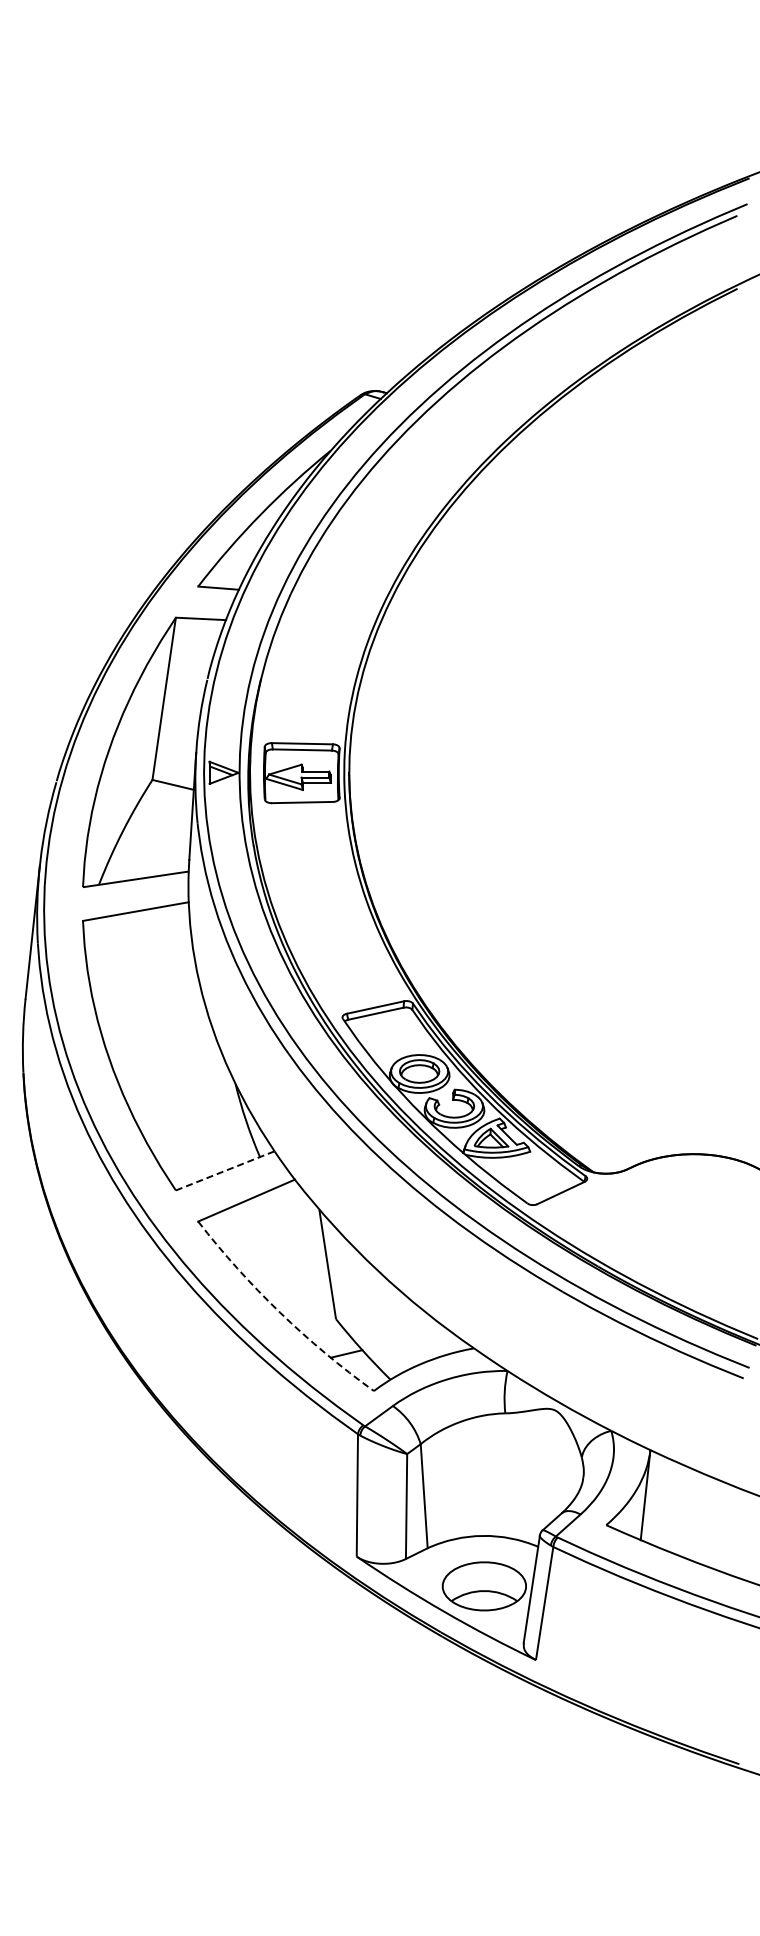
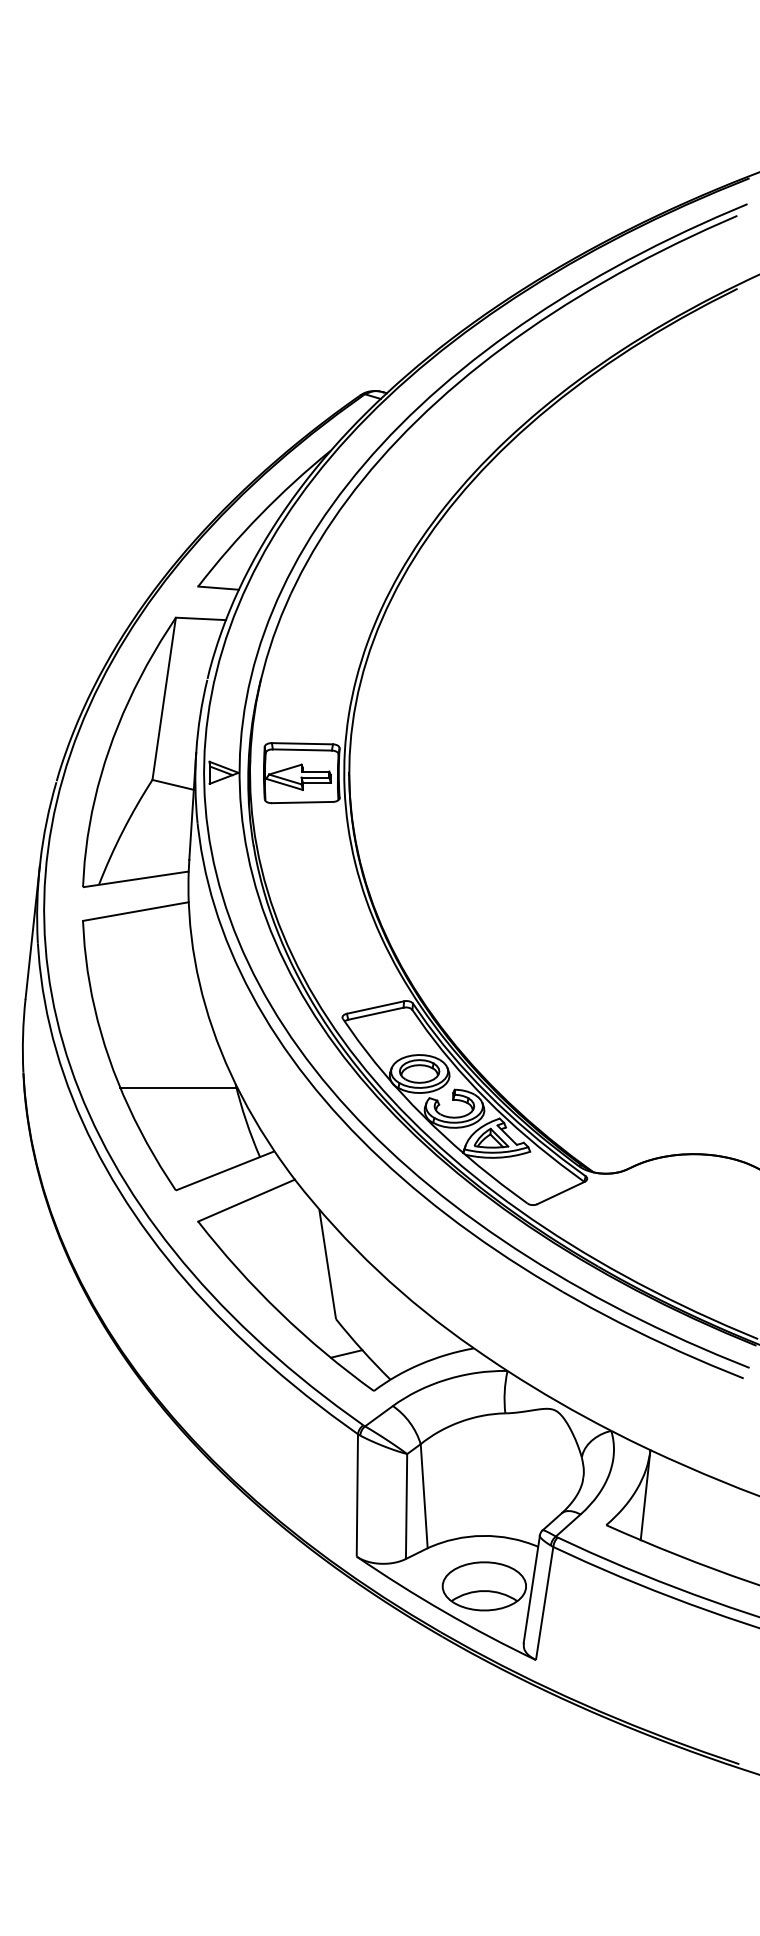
line at (178, 1087): none -> present
line at (225, 1170): dashed -> solid
arc at (280, 1312): dashed -> solid
